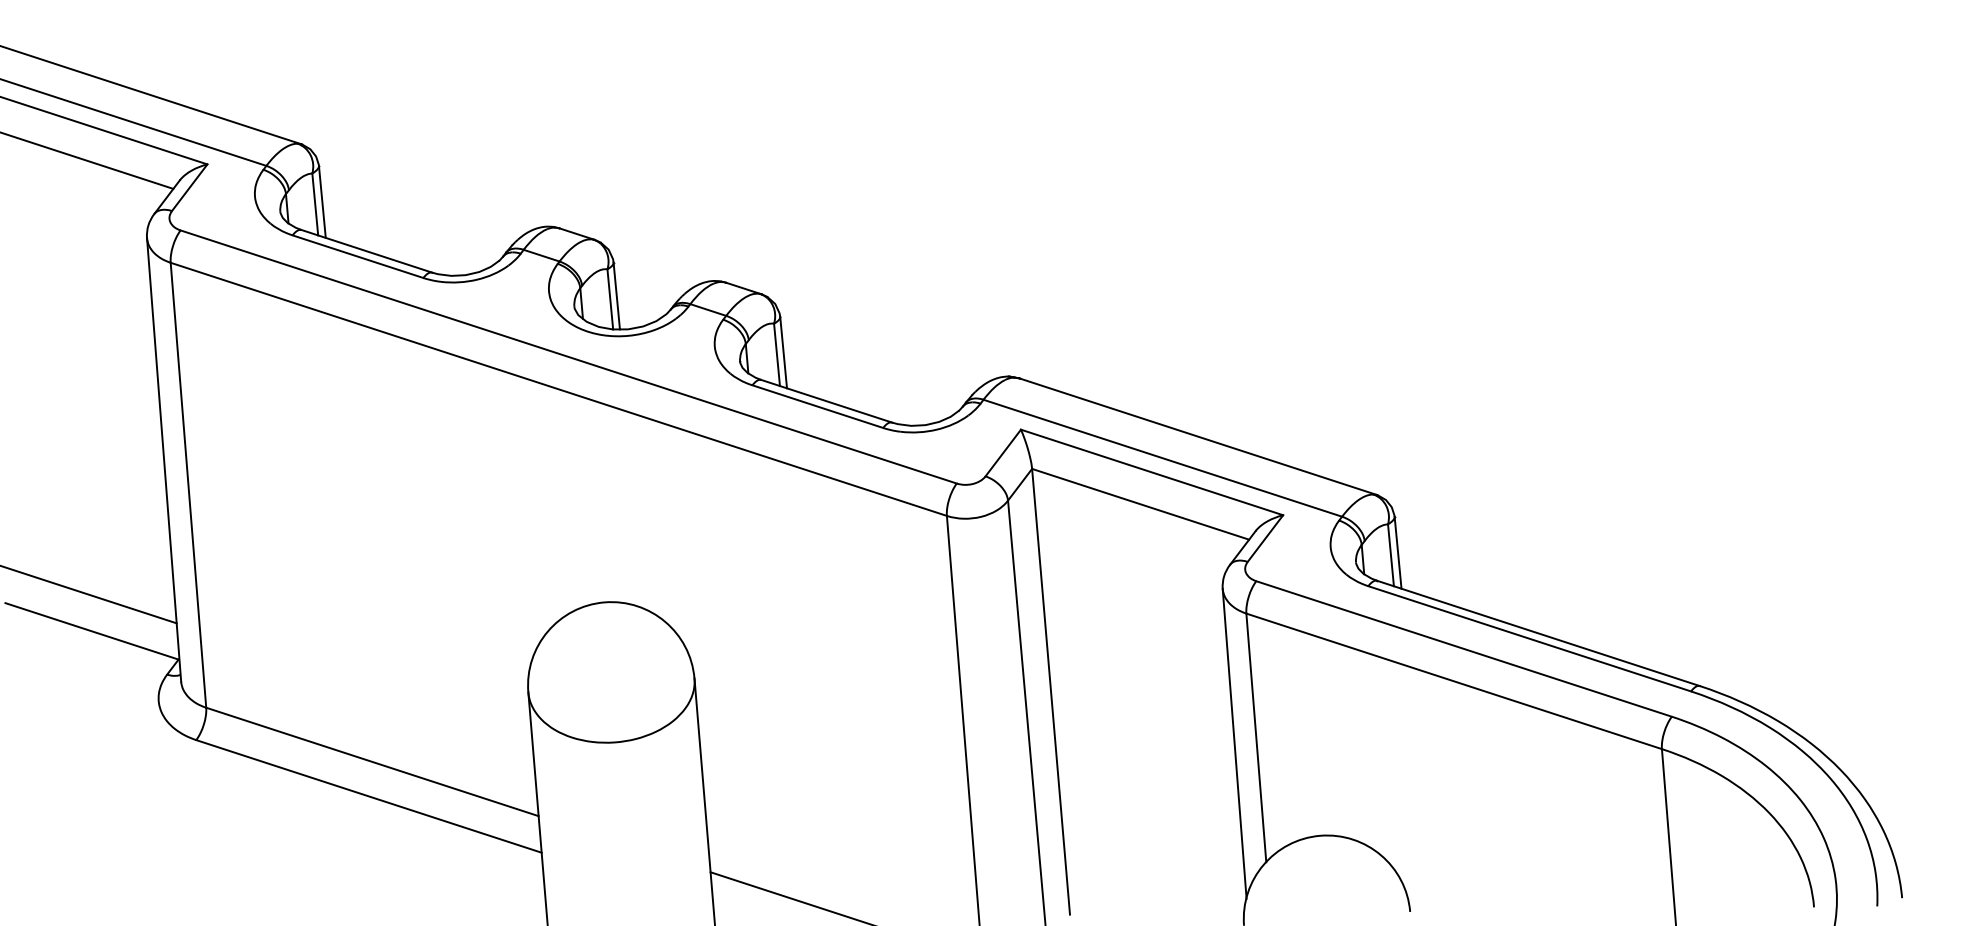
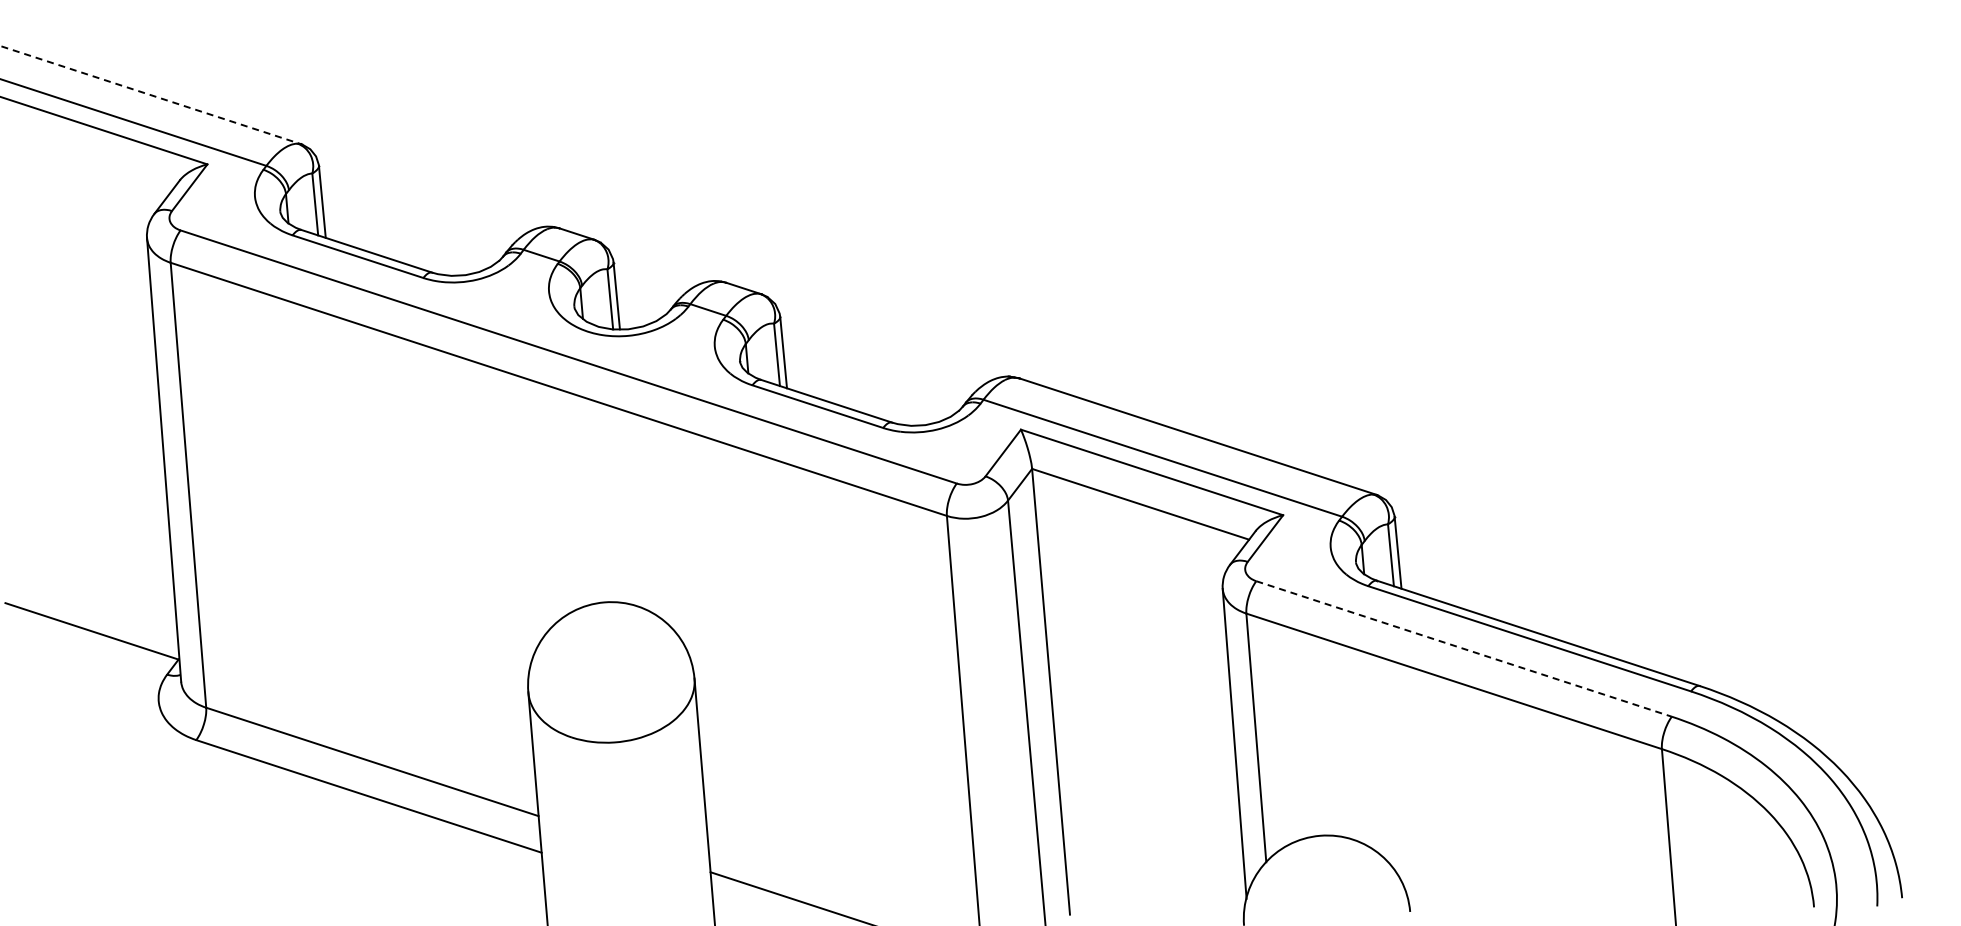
line at (150, 95): solid -> dashed
line at (87, 160): present -> none
line at (89, 594): present -> none
line at (1464, 648): solid -> dashed
